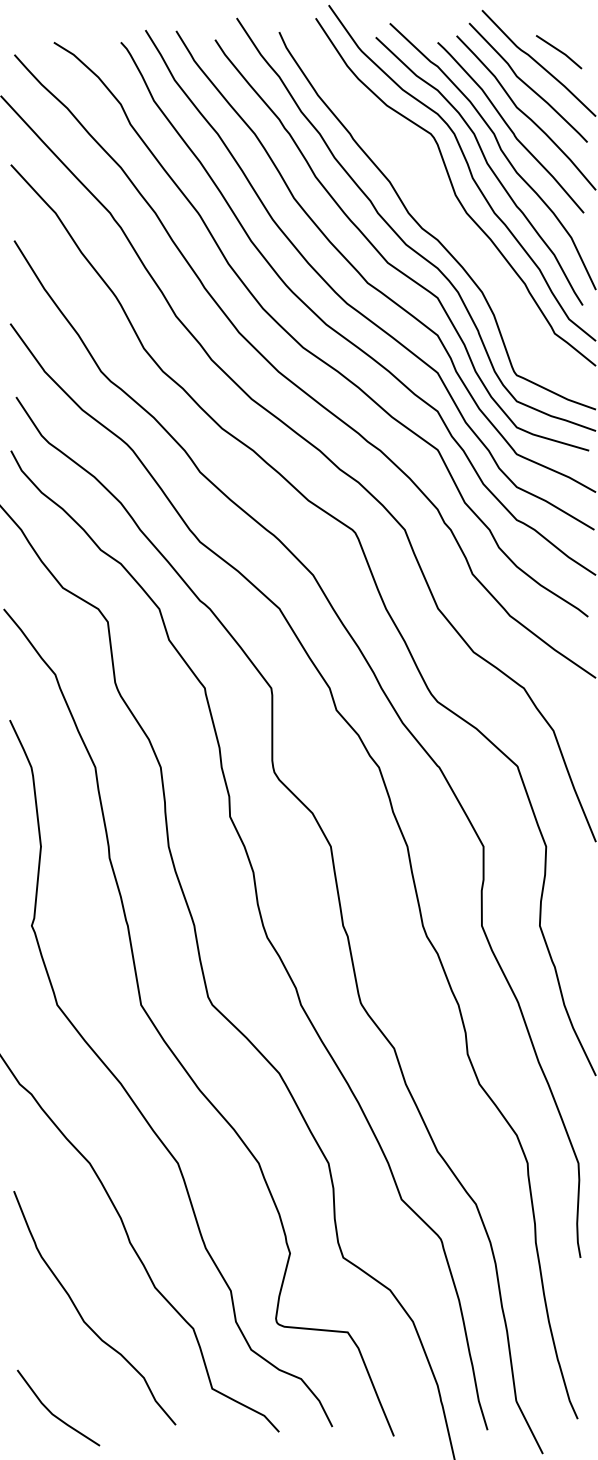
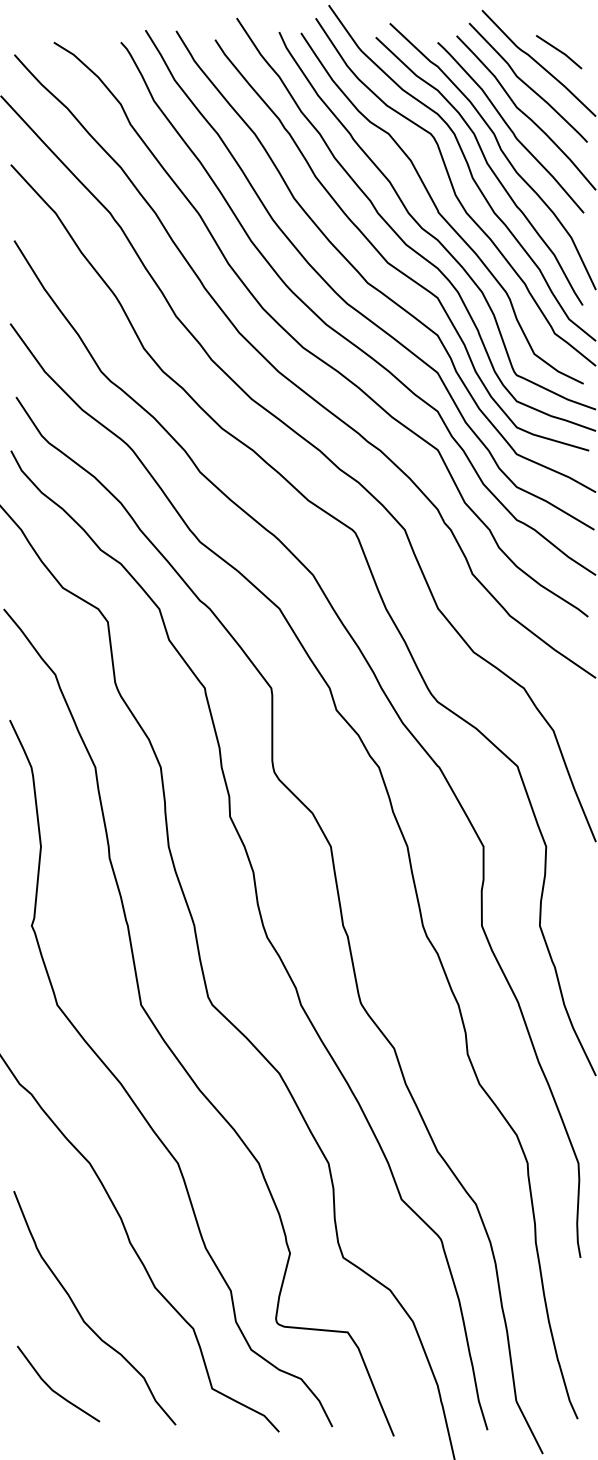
curve at (438, 209): none -> present
line at (52, 1412) position: (52, 1412) -> (52, 1388)
